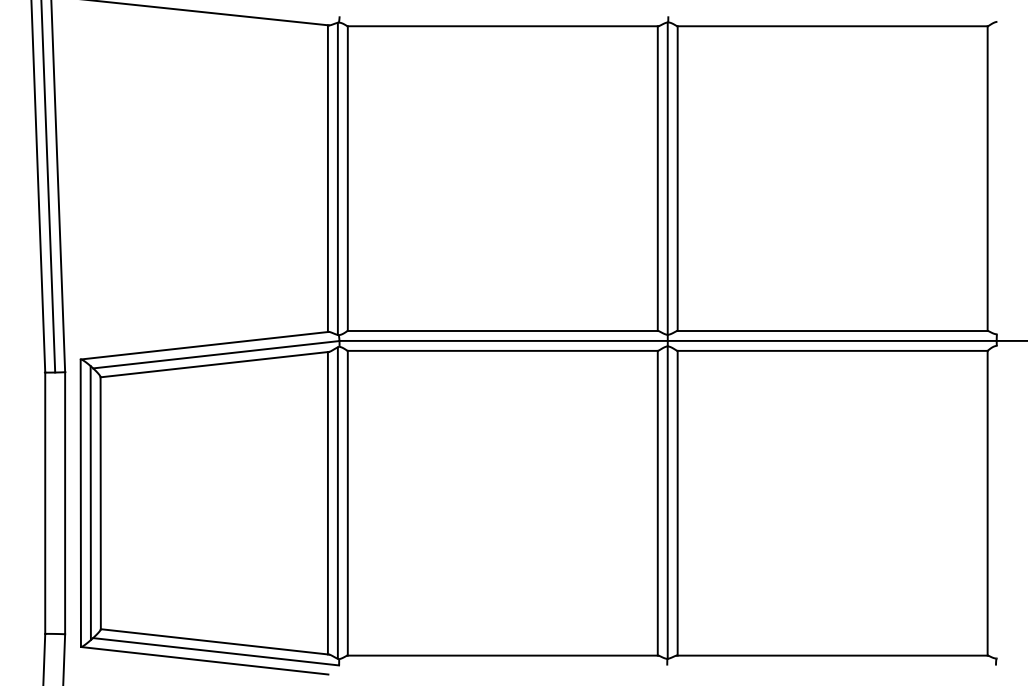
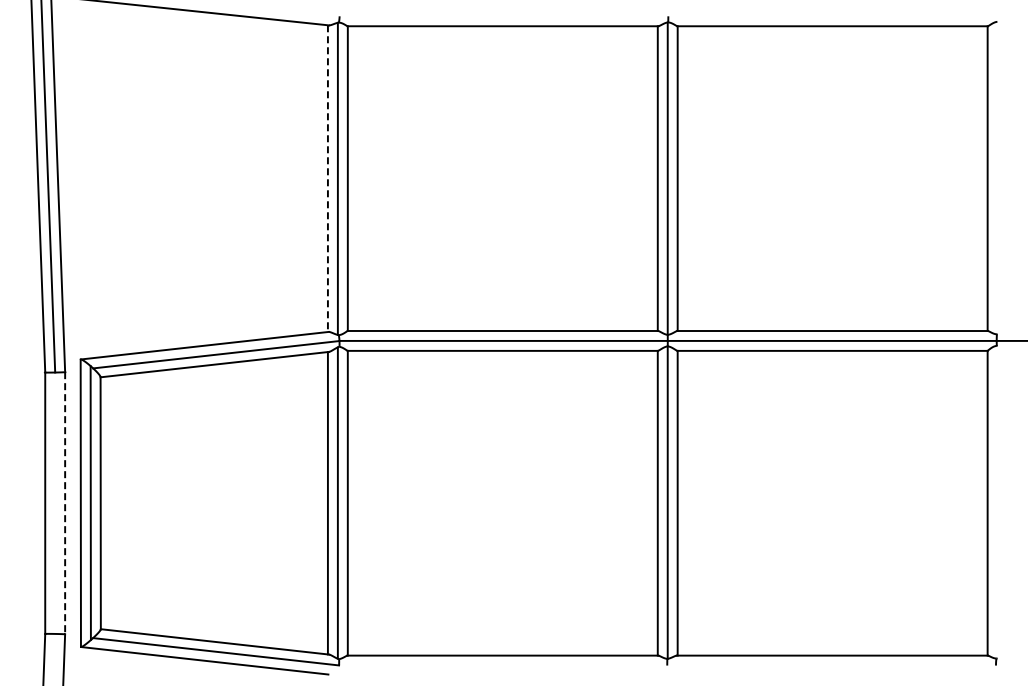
line at (327, 179): solid -> dashed
line at (65, 503): solid -> dashed
